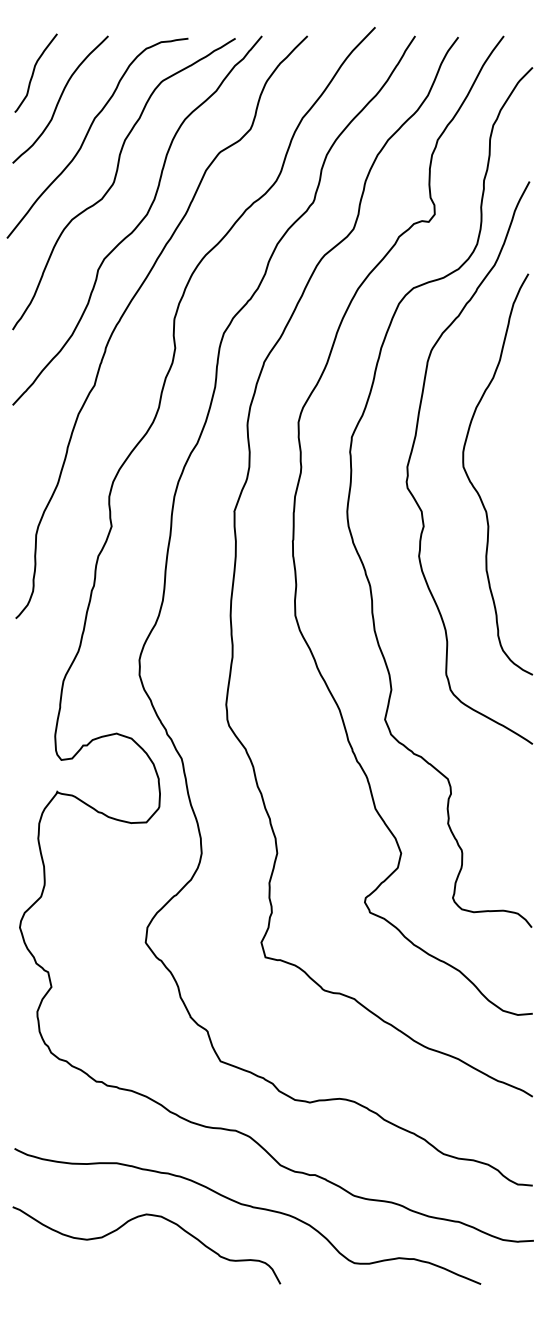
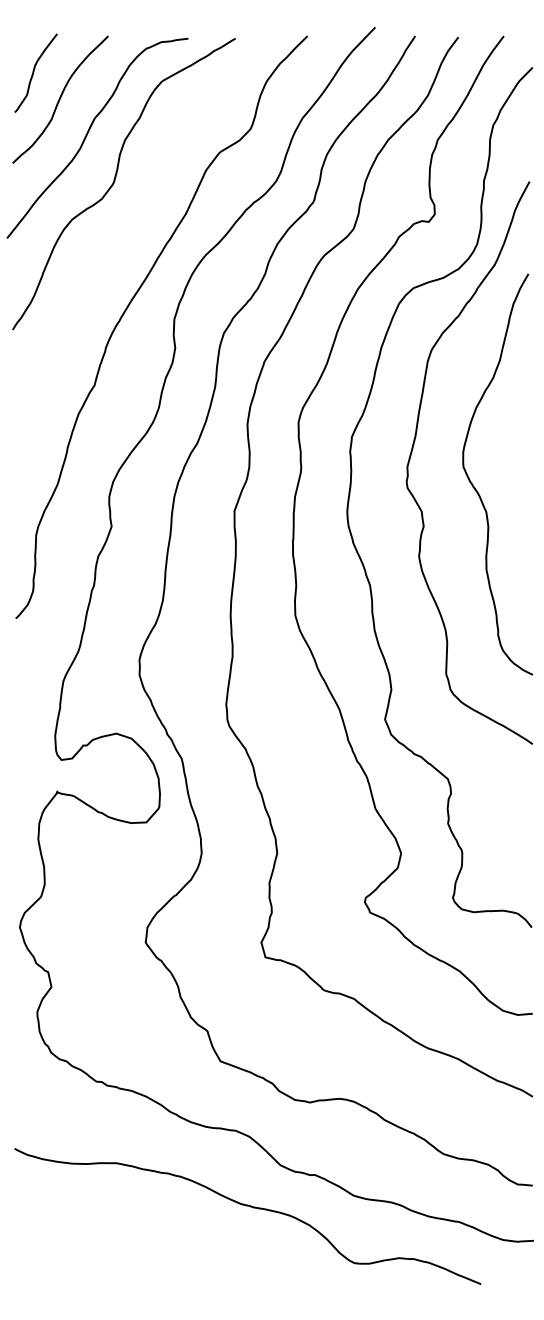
curve at (139, 222): present -> none
curve at (134, 1219): present -> none
